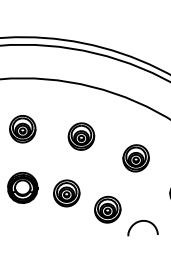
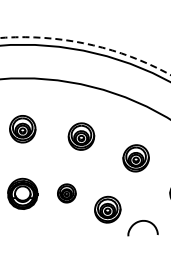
arc at (88, 44): solid -> dashed
part at (22, 187) position: (22, 187) -> (22, 193)
part at (66, 193) size: 28x29 px -> 20x21 px
